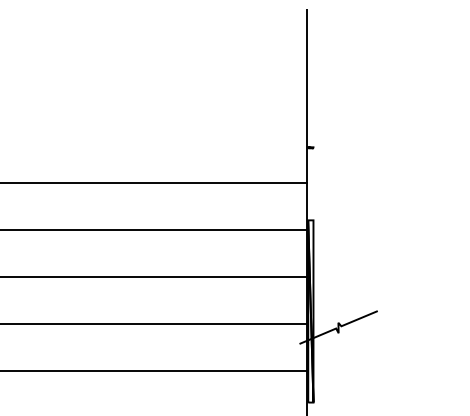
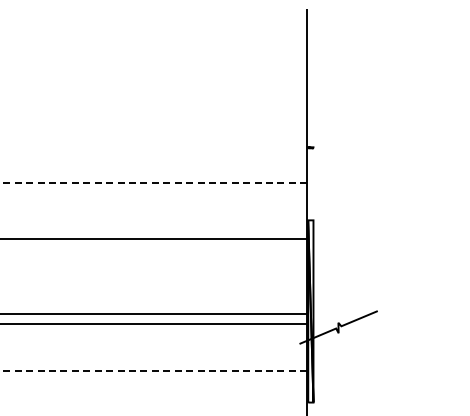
line at (153, 182): solid -> dashed
line at (154, 230) position: (154, 230) -> (154, 239)
line at (154, 277) position: (154, 277) -> (154, 314)
line at (153, 371): solid -> dashed
